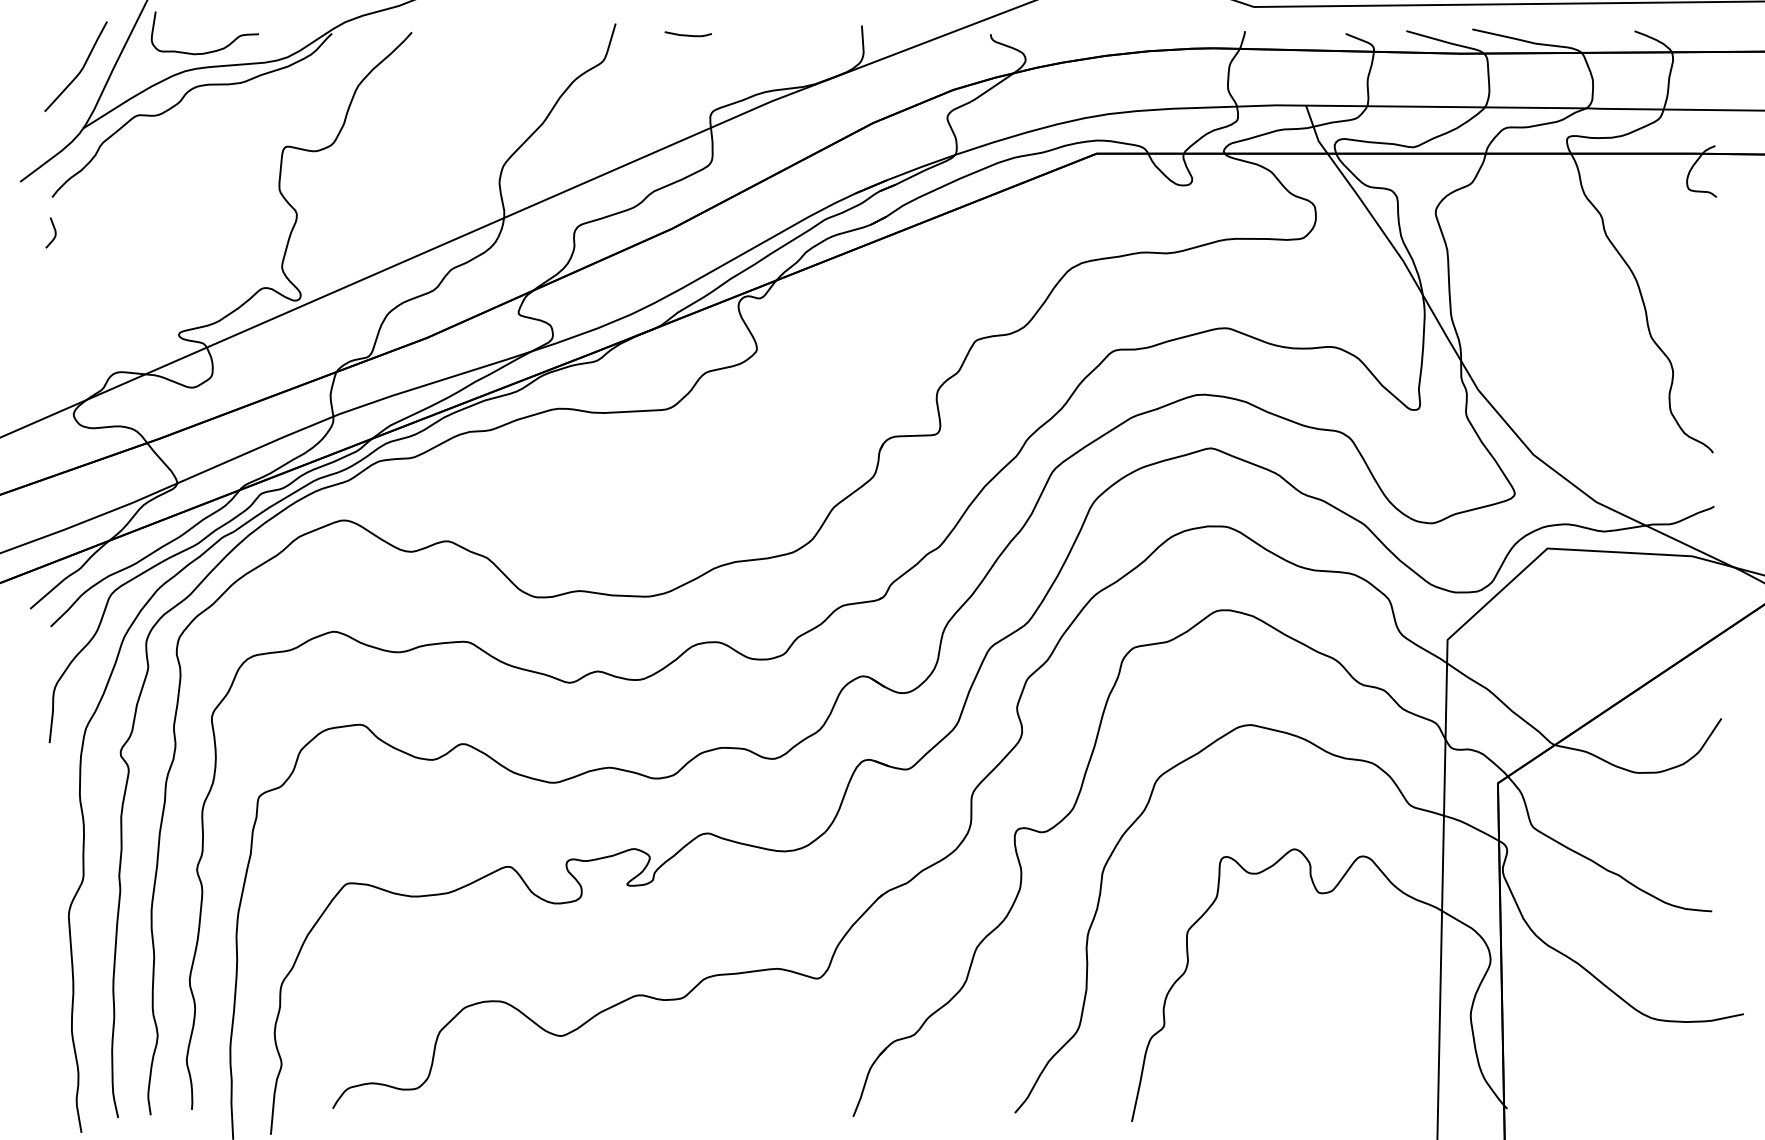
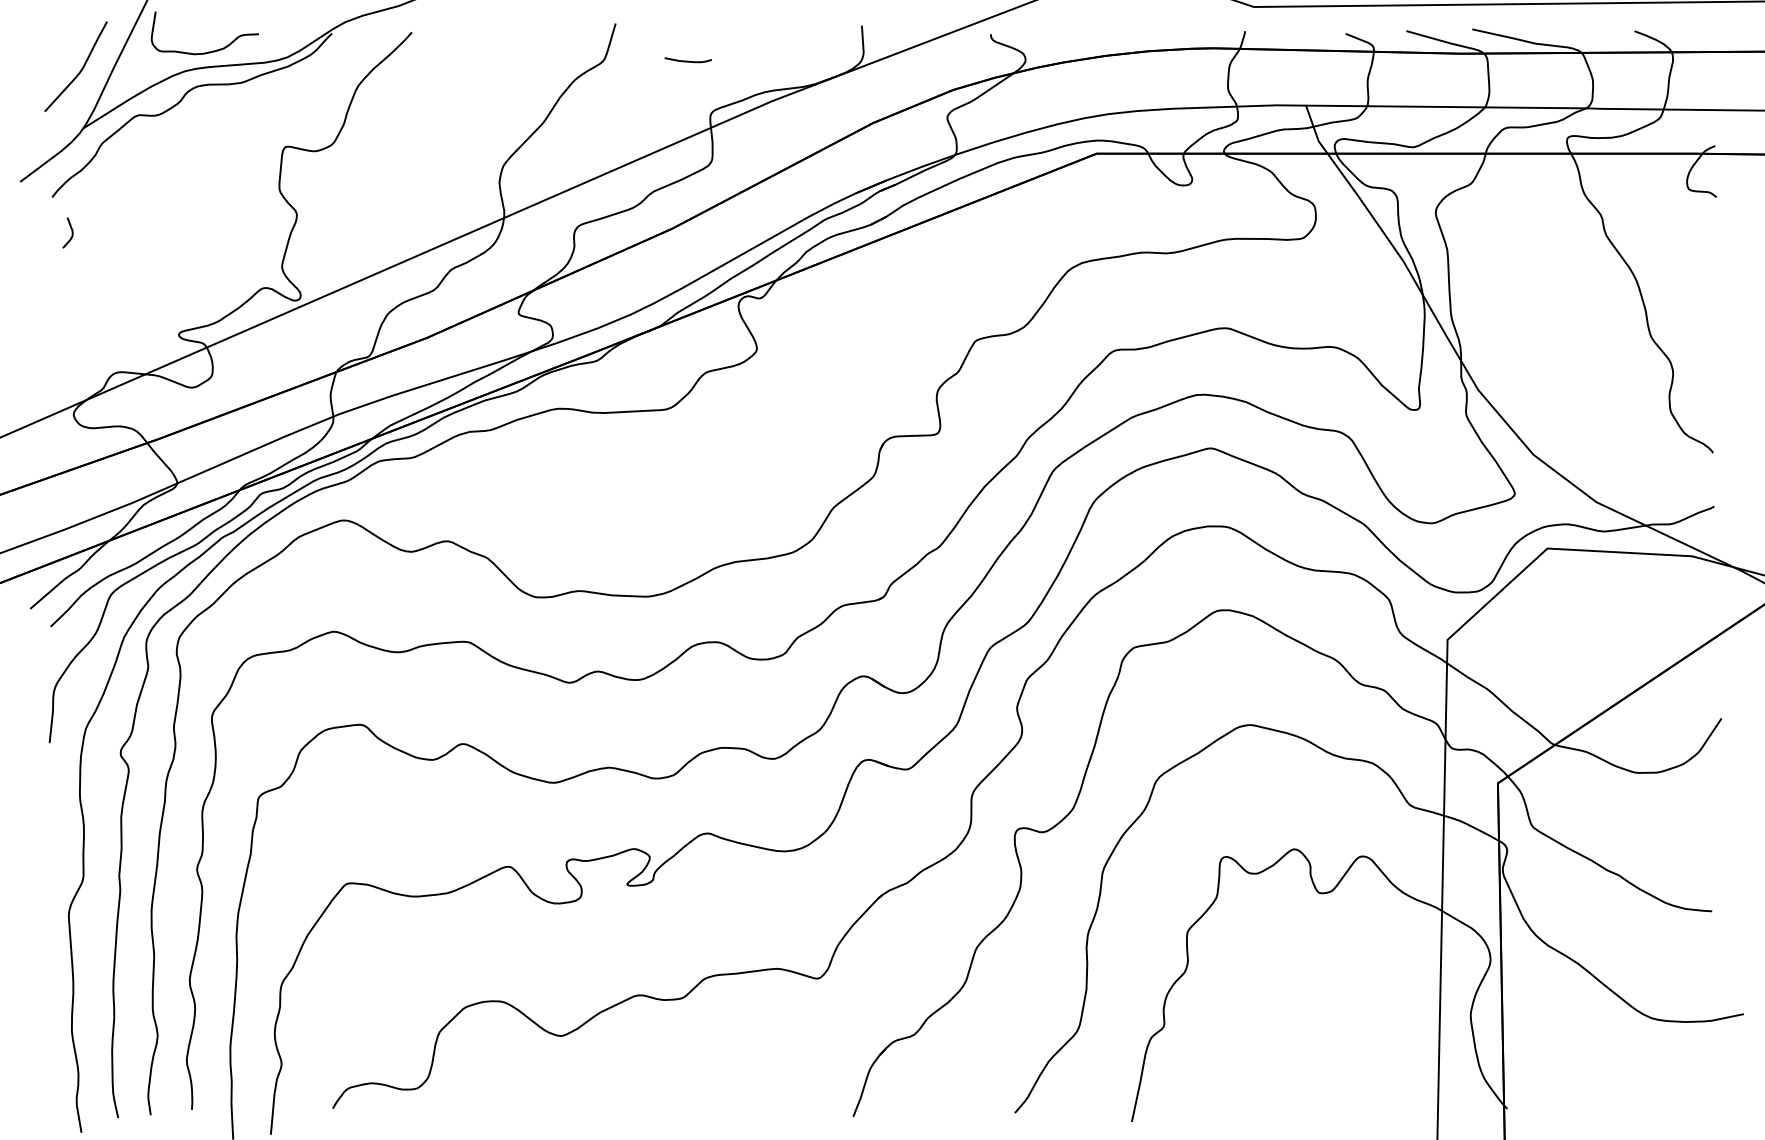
curve at (687, 34) position: (687, 34) -> (687, 60)
curve at (54, 232) position: (54, 232) -> (71, 232)
